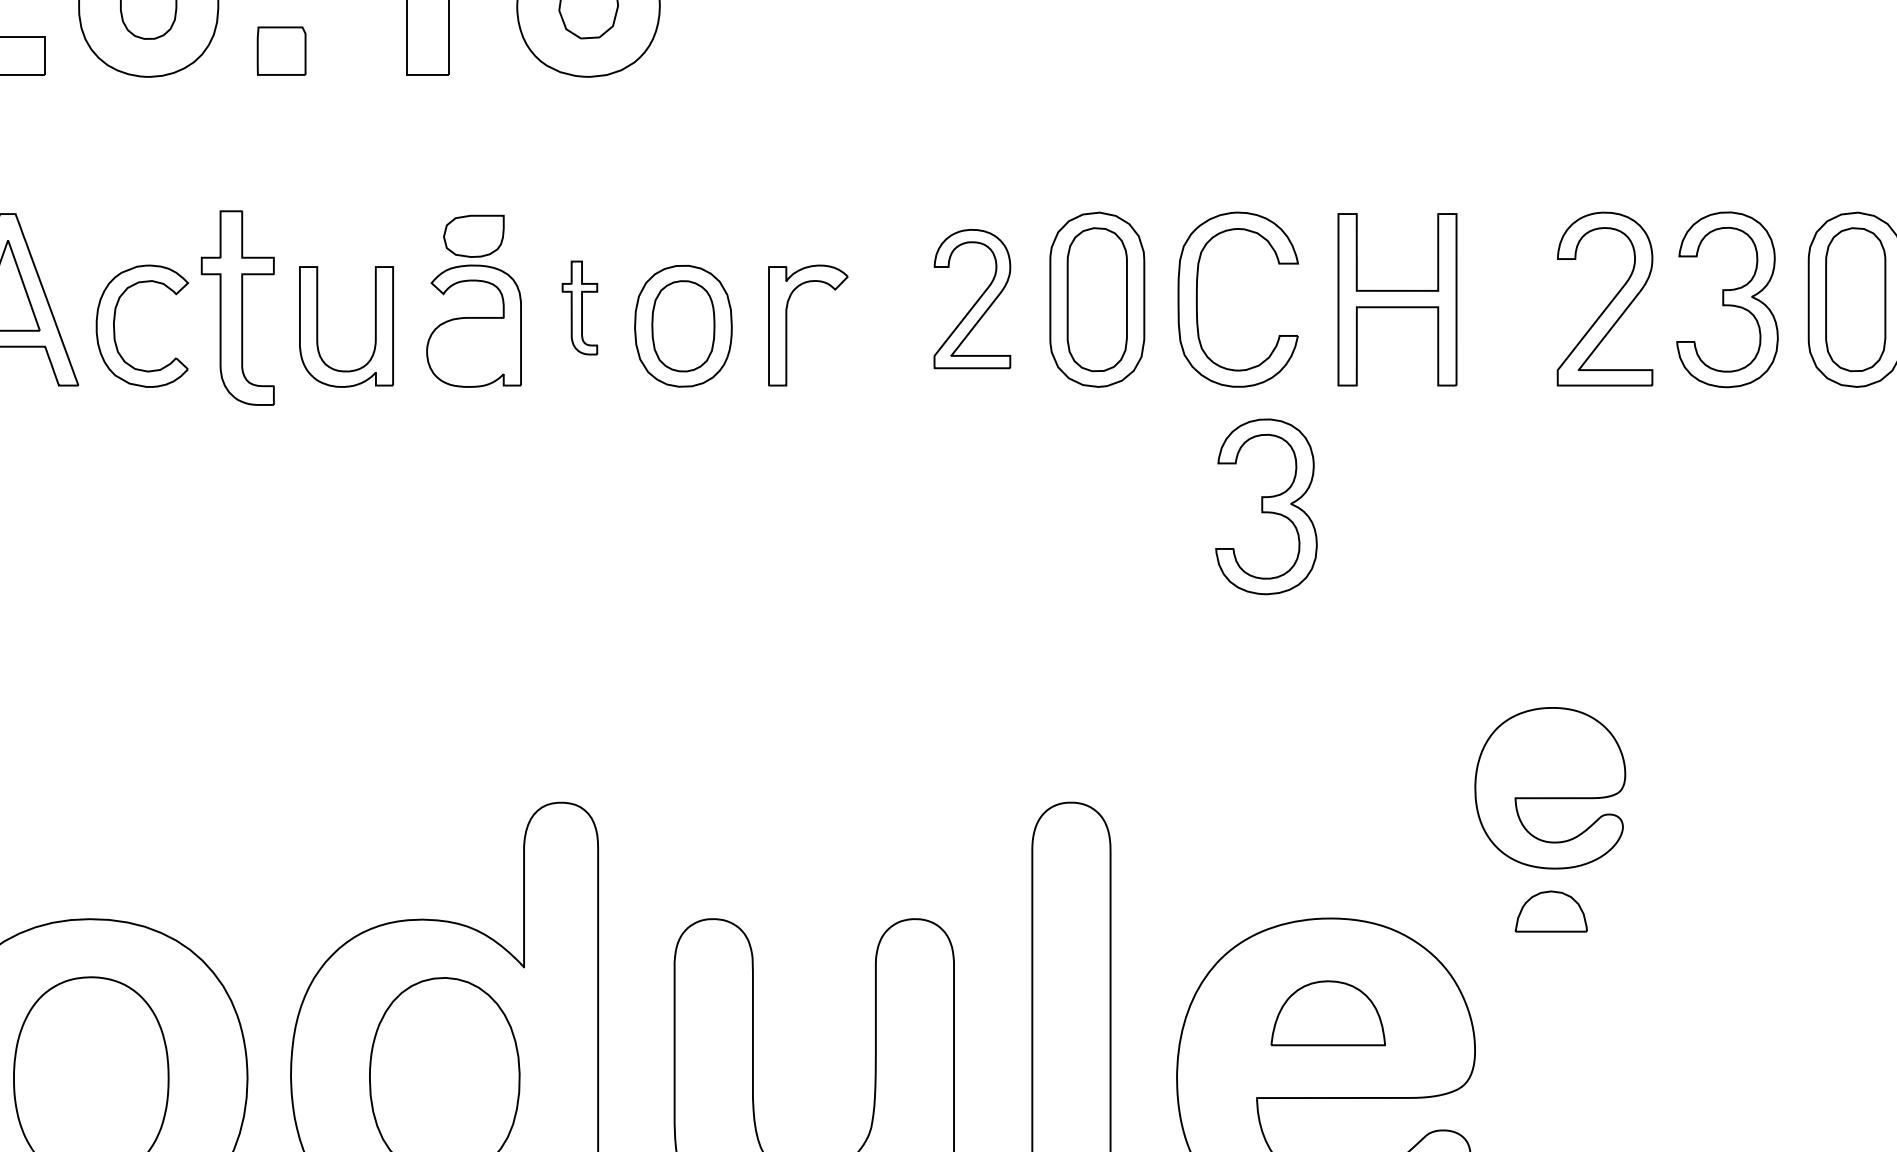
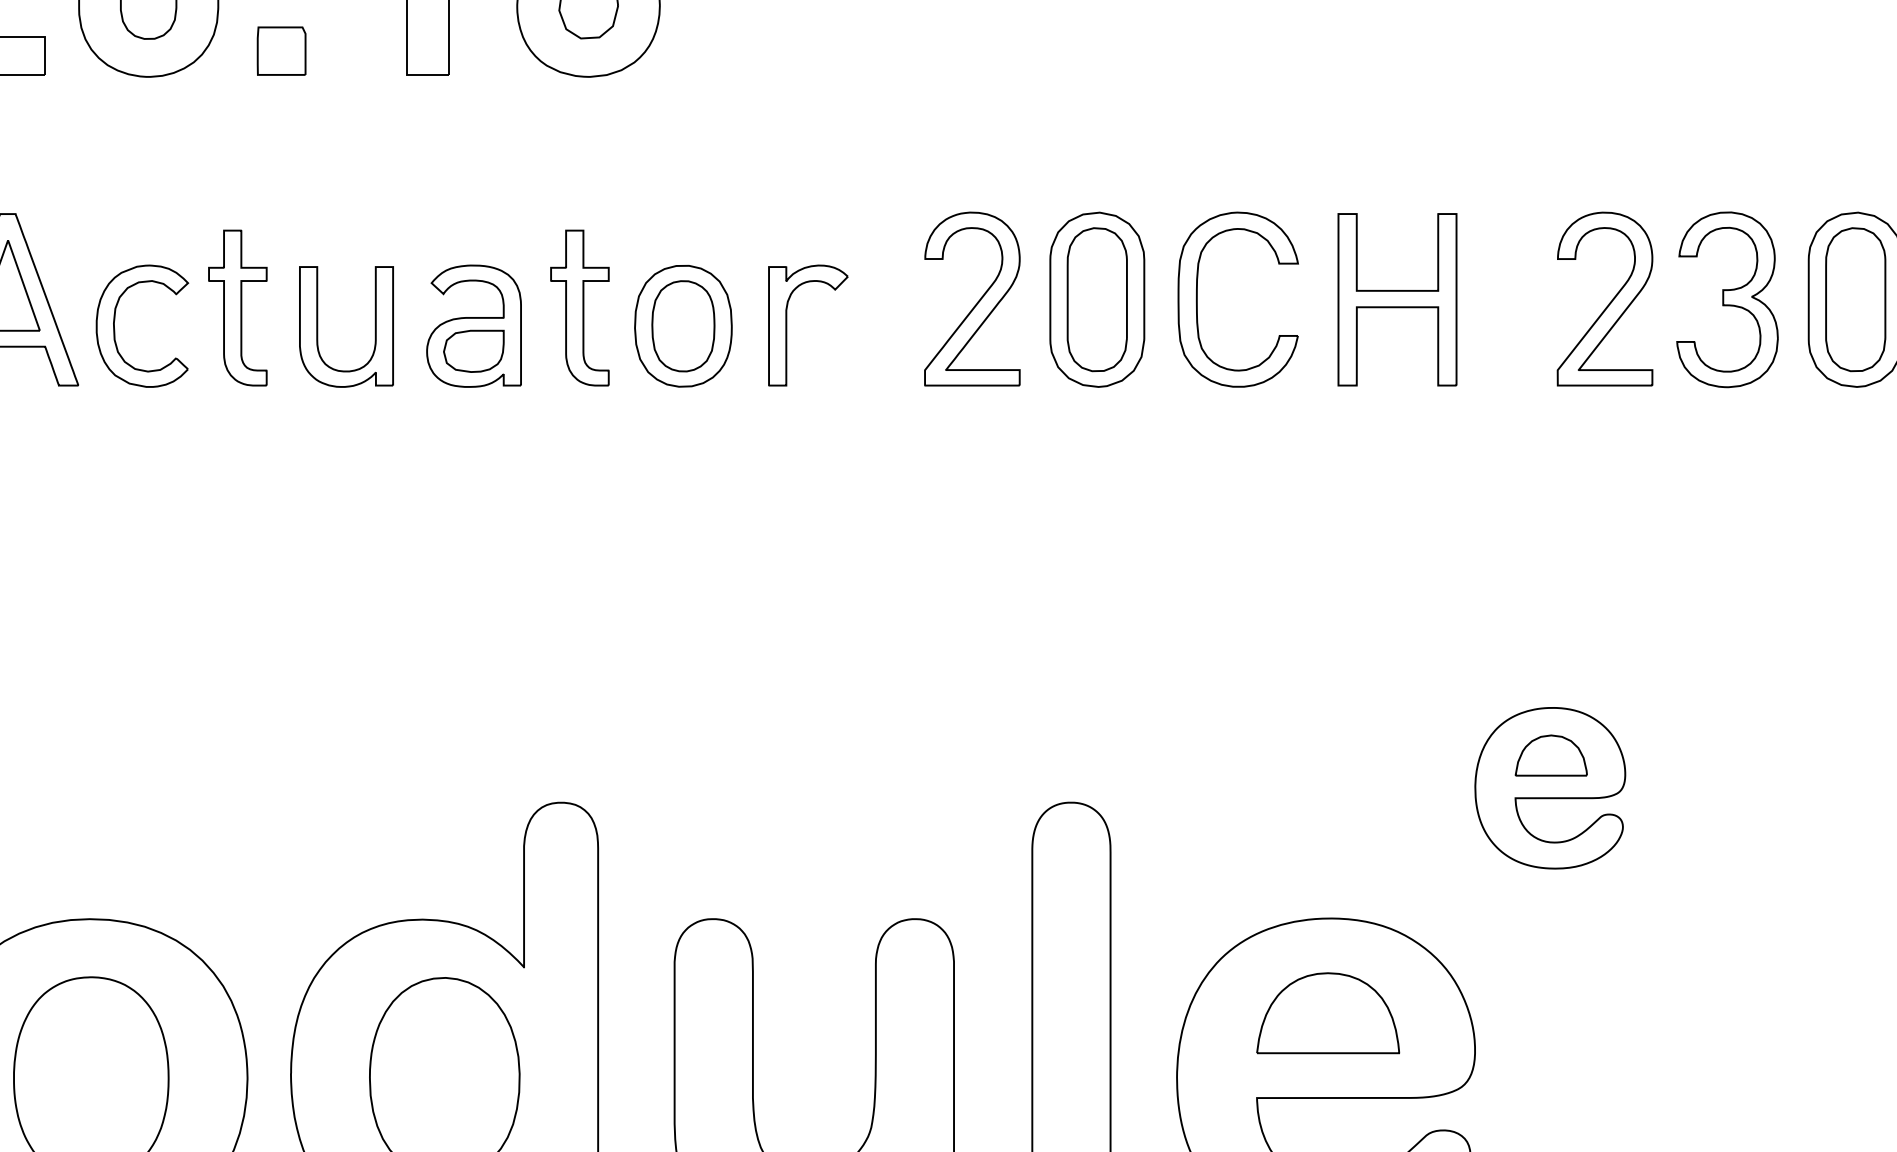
part at (473, 235) position: (473, 235) -> (473, 350)
part at (972, 299) size: 79x141 px -> 97x176 px
part at (237, 307) size: 75x196 px -> 60x158 px
part at (579, 307) size: 38x96 px -> 60x158 px
part at (1266, 506): present -> none
part at (1550, 911) position: (1550, 911) -> (1550, 755)
part at (1327, 1013) size: 116x67 px -> 145x83 px
